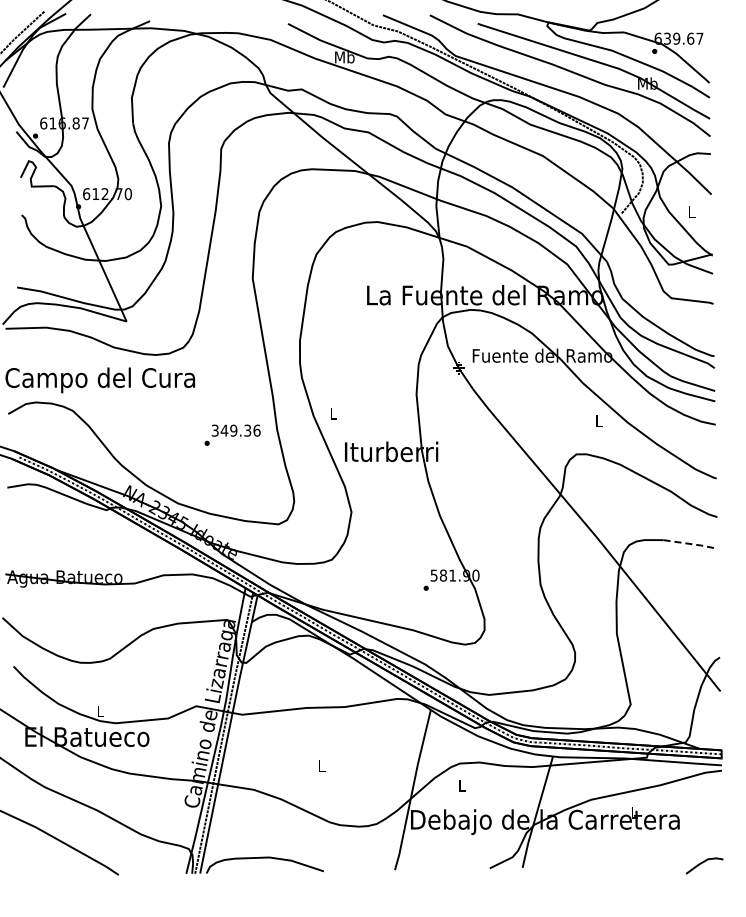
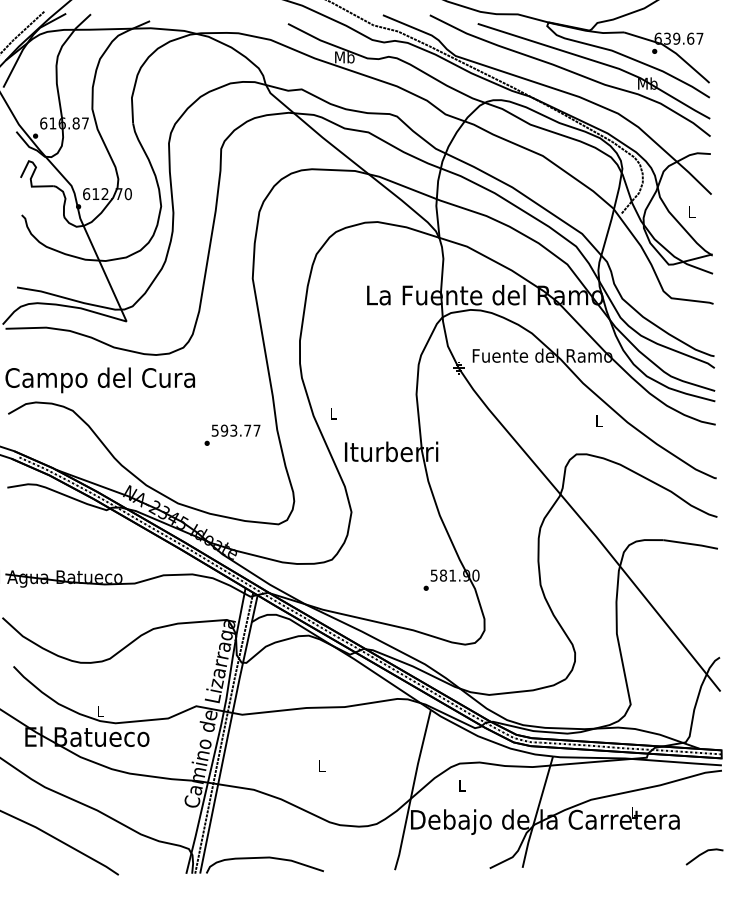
text at (236, 430): 349.36 -> 593.77
line at (691, 544): dashed -> solid
line at (702, 863) position: (702, 863) -> (702, 854)
